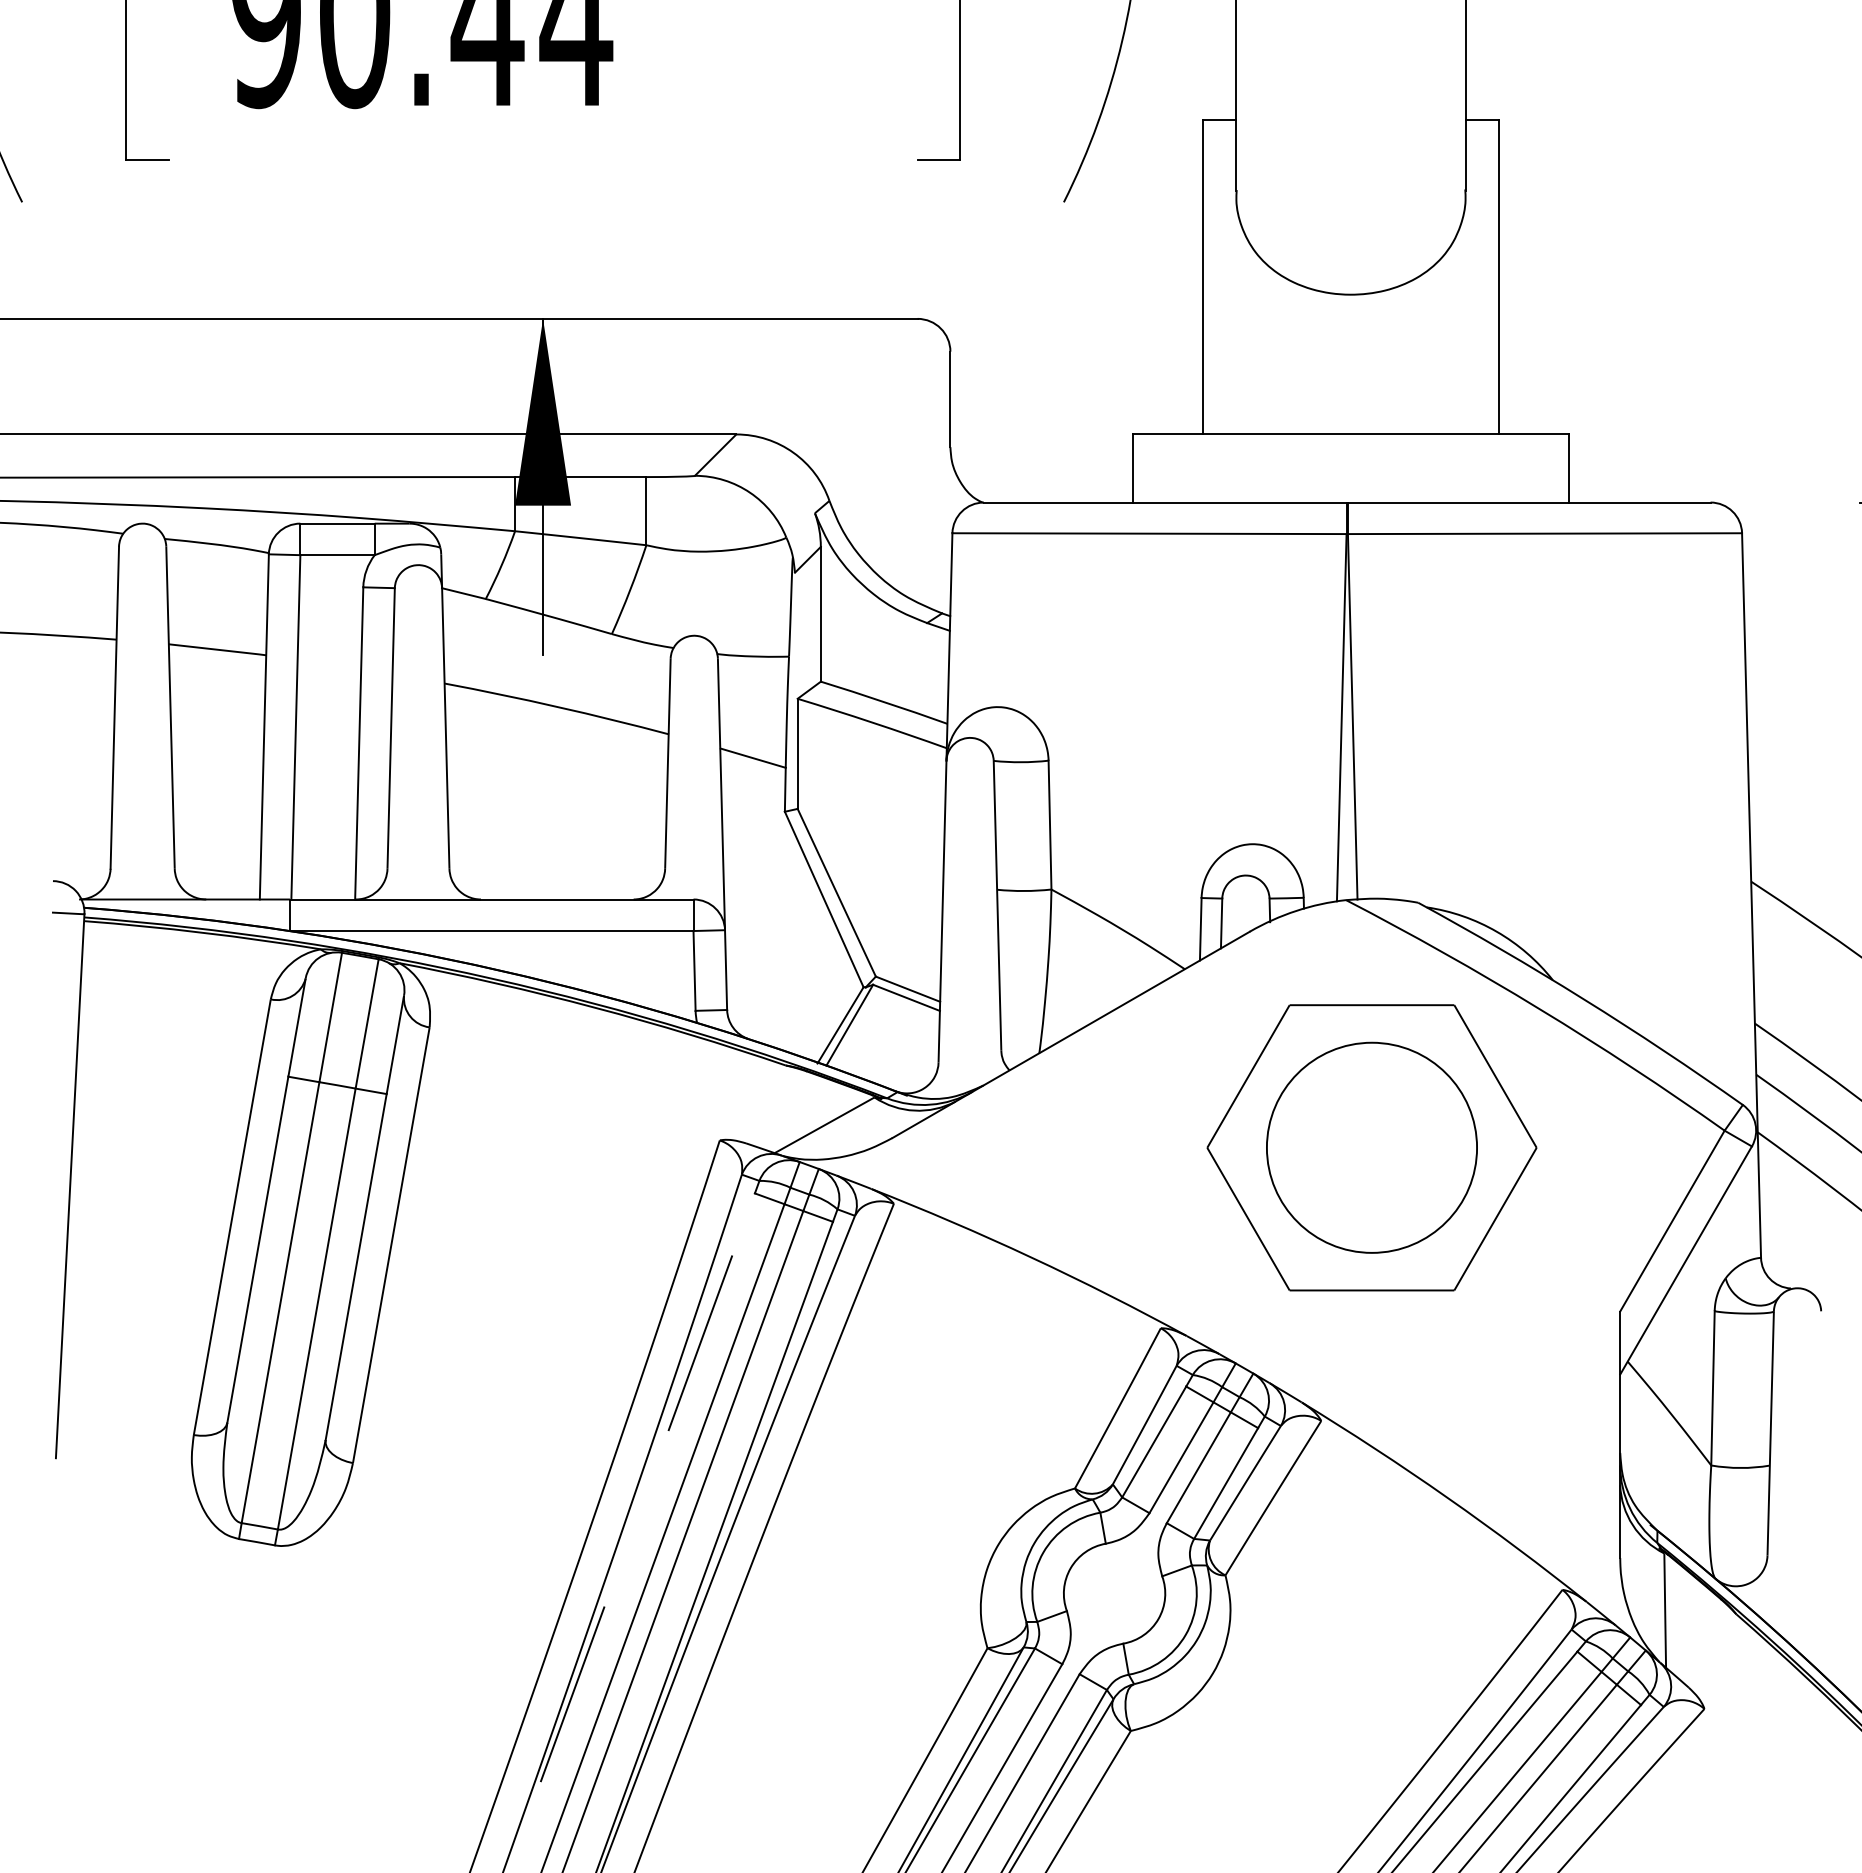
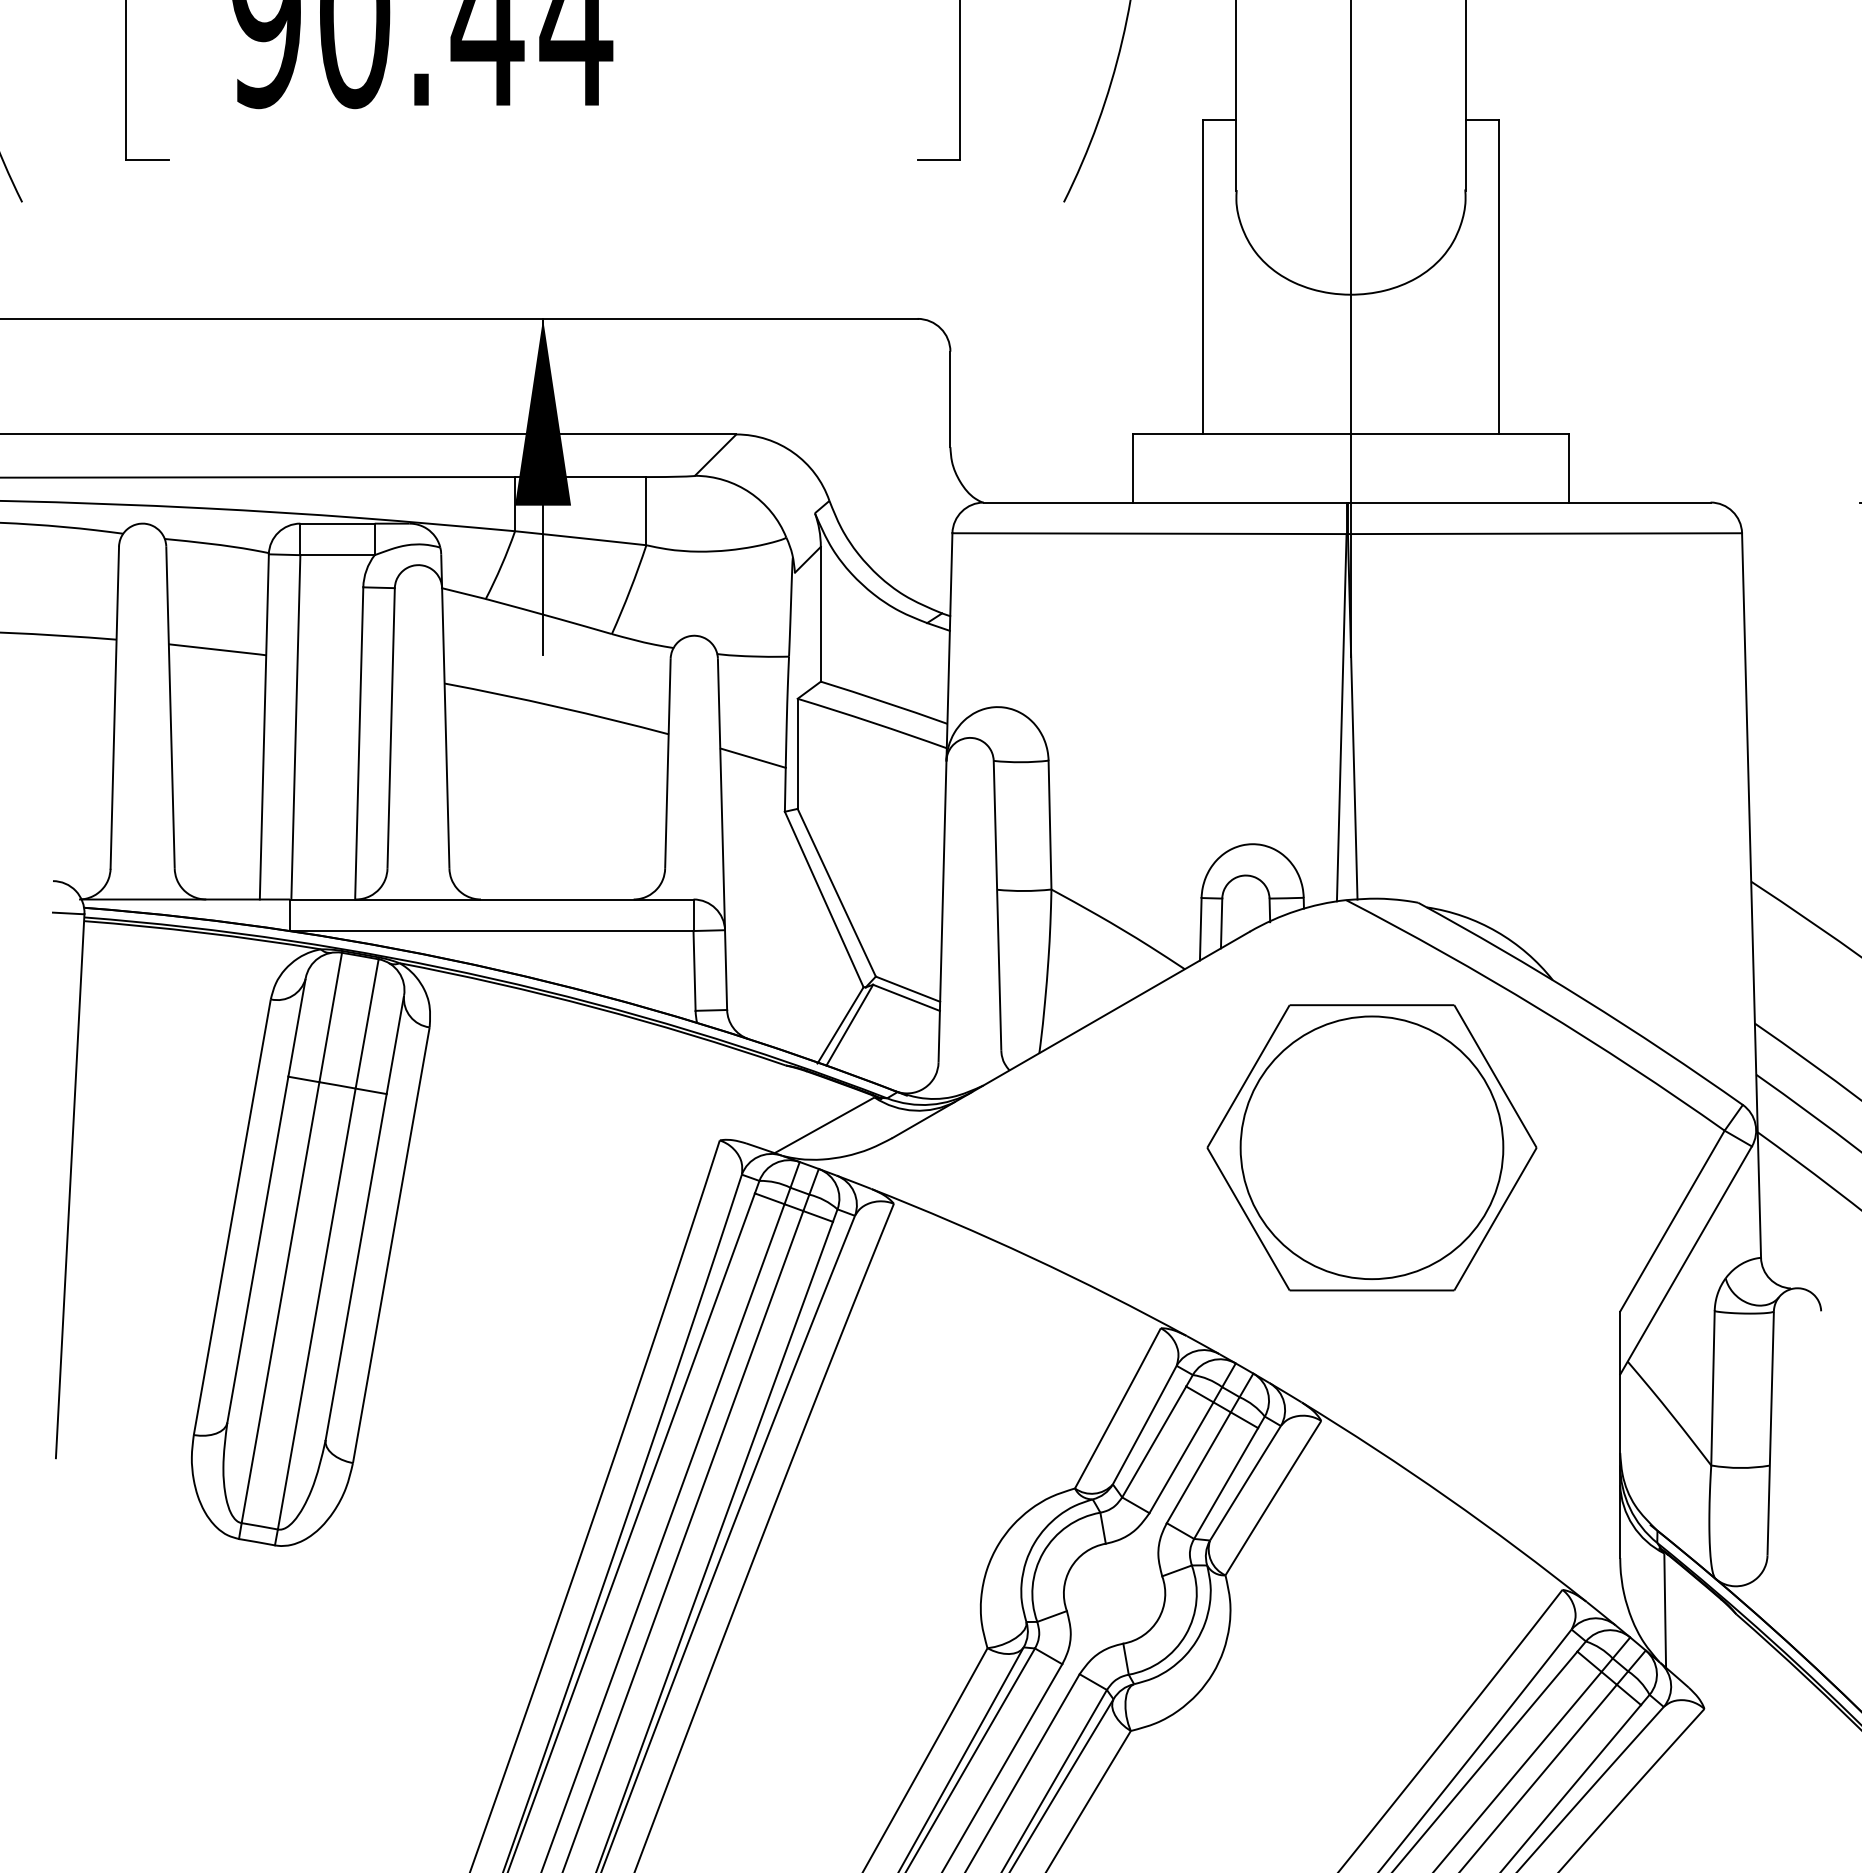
line at (1350, 330): none -> present
circle at (1371, 1147) diameter: 210 px -> 263 px
line at (631, 1532): dashed -> solid
